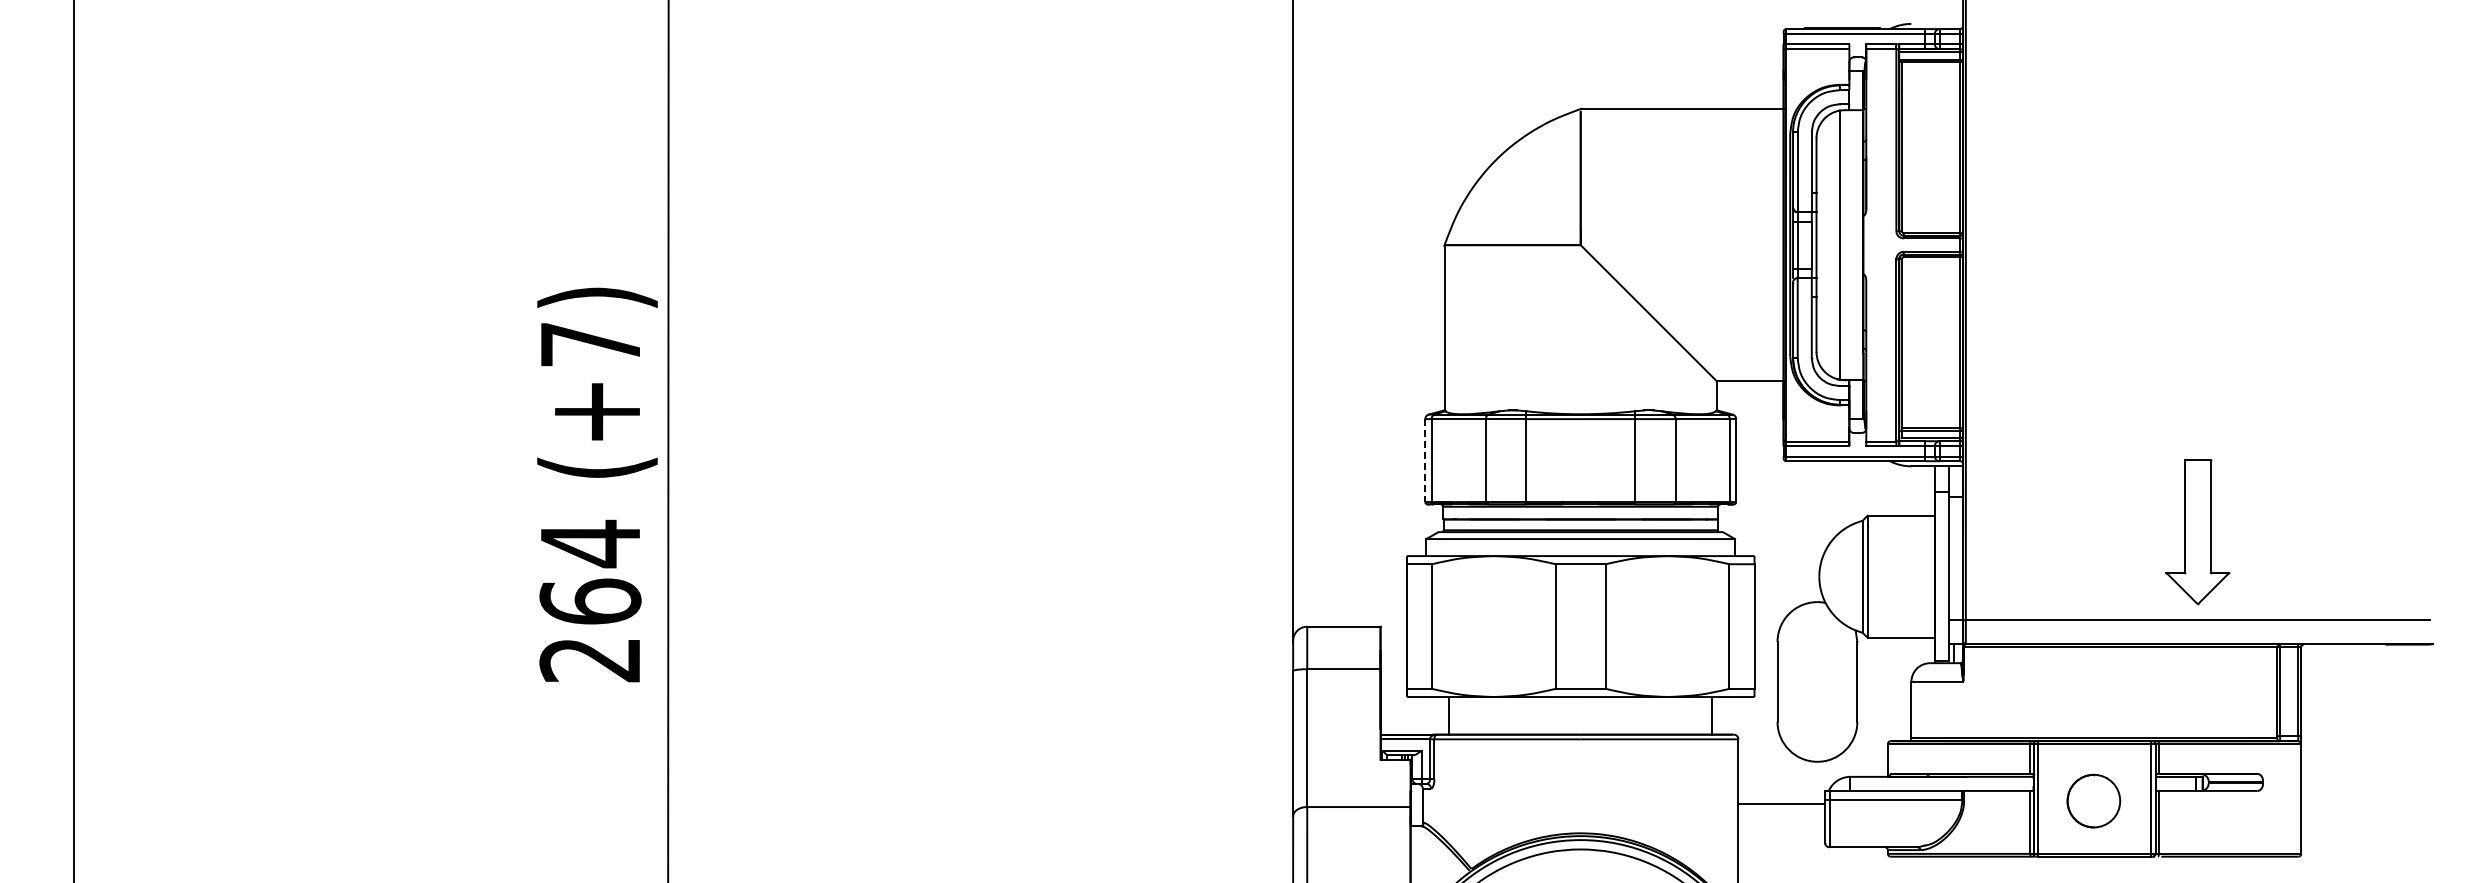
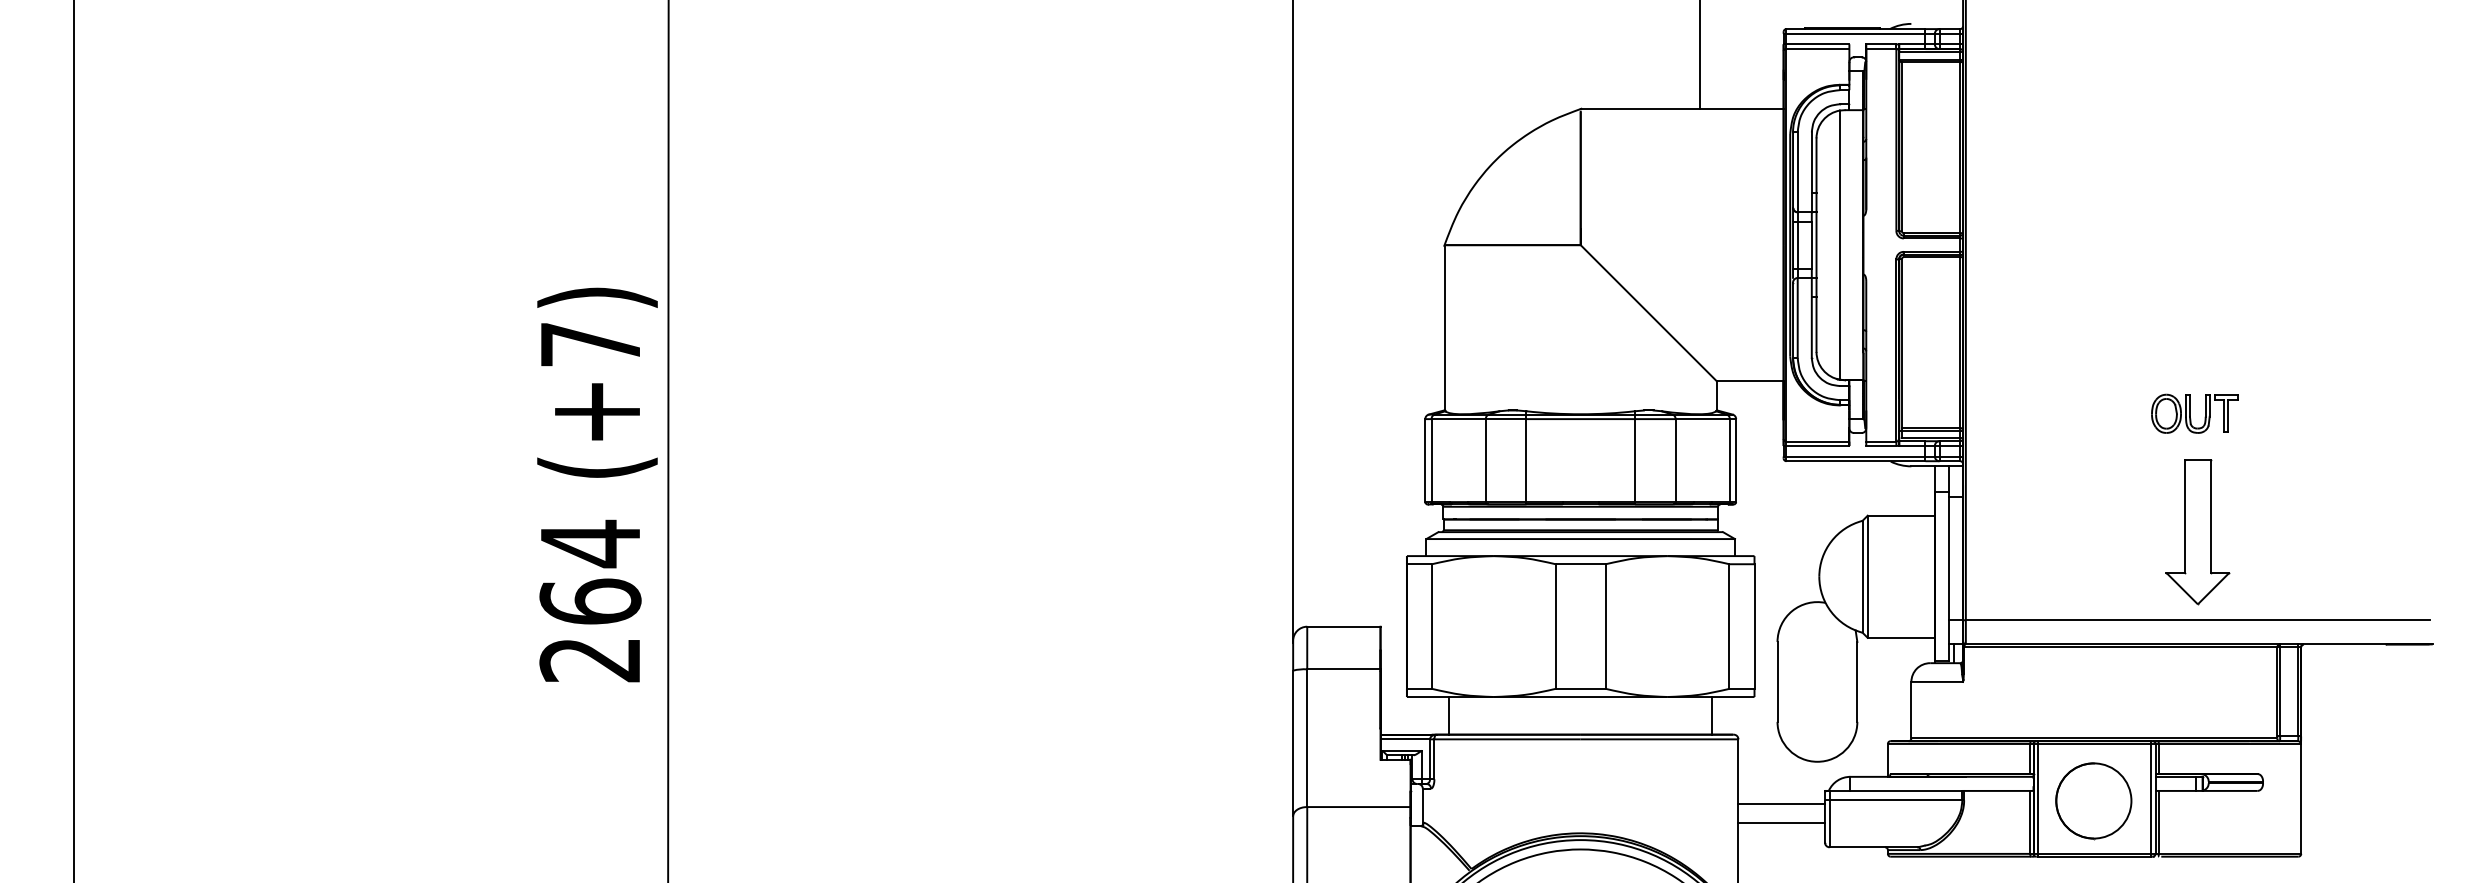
line at (1700, 55): none -> present
part at (2194, 413): none -> present
line at (1425, 461): dashed -> solid
part at (2093, 800) size: 56x56 px -> 78x79 px
line at (1781, 822): none -> present
